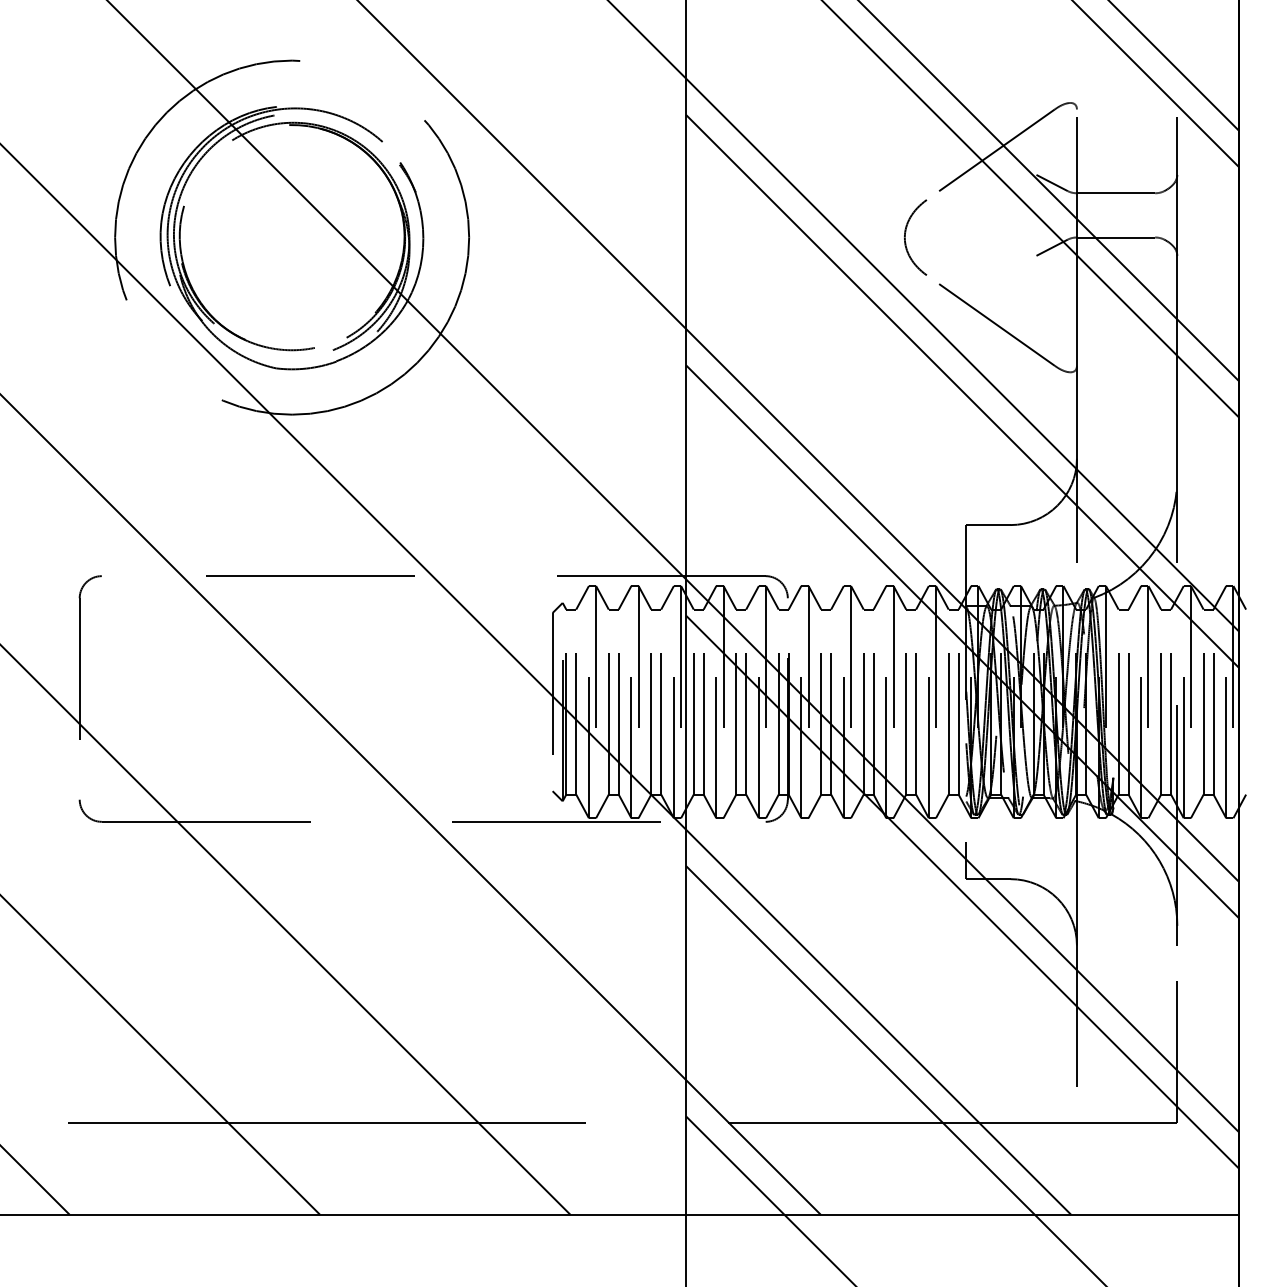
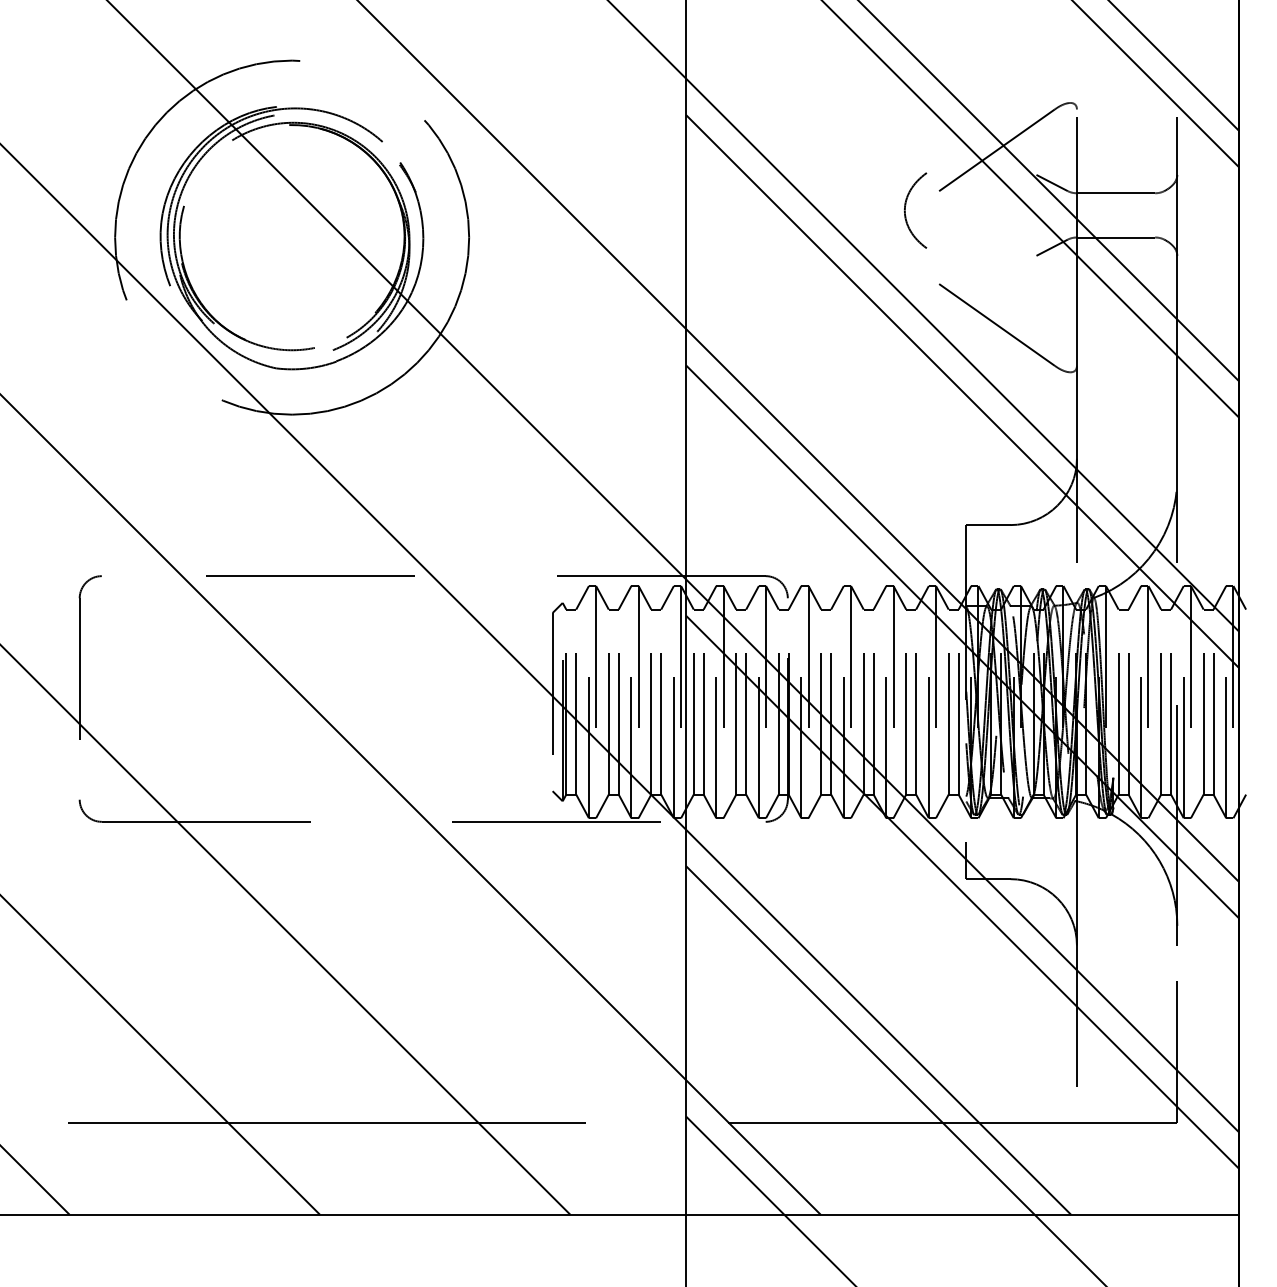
part at (905, 237) position: (905, 237) -> (905, 210)
